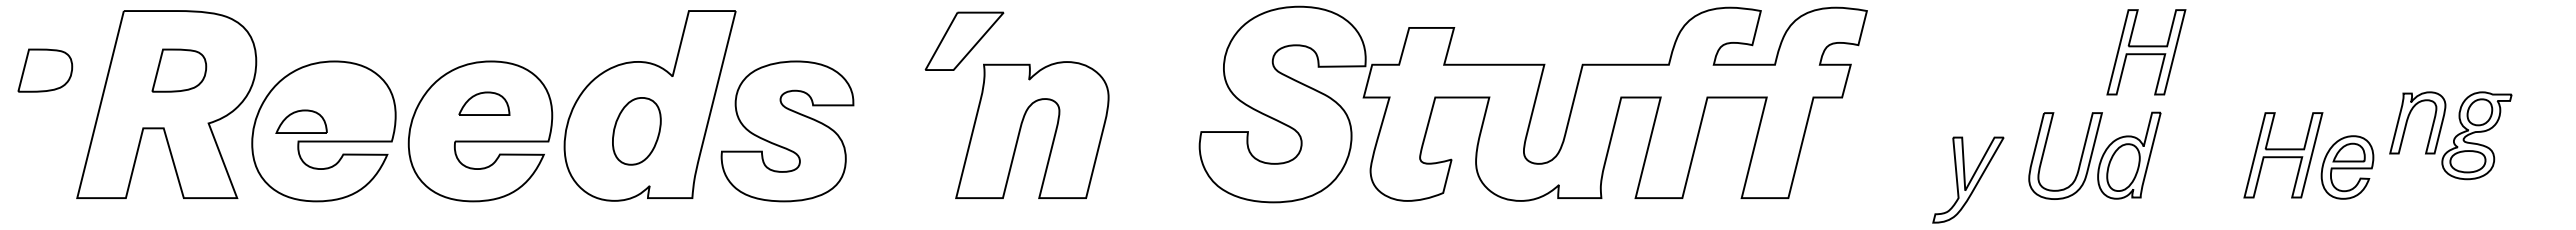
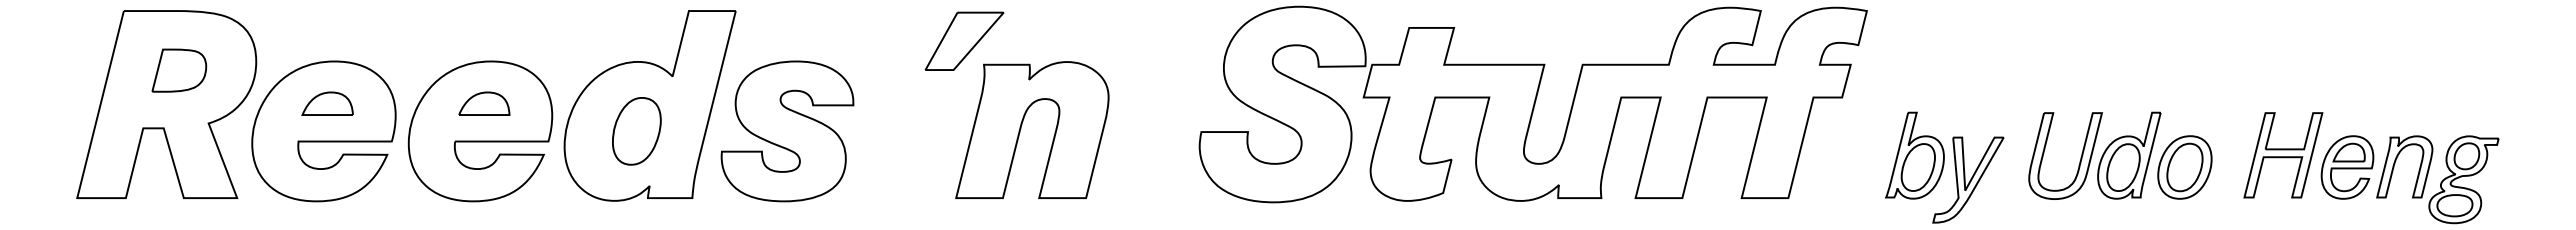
part at (2146, 52): present -> none
part at (45, 70): present -> none
part at (301, 121) position: (301, 121) -> (327, 103)
part at (2450, 135) position: (2450, 135) -> (2437, 179)
part at (1914, 155): none -> present
part at (2184, 167): none -> present
